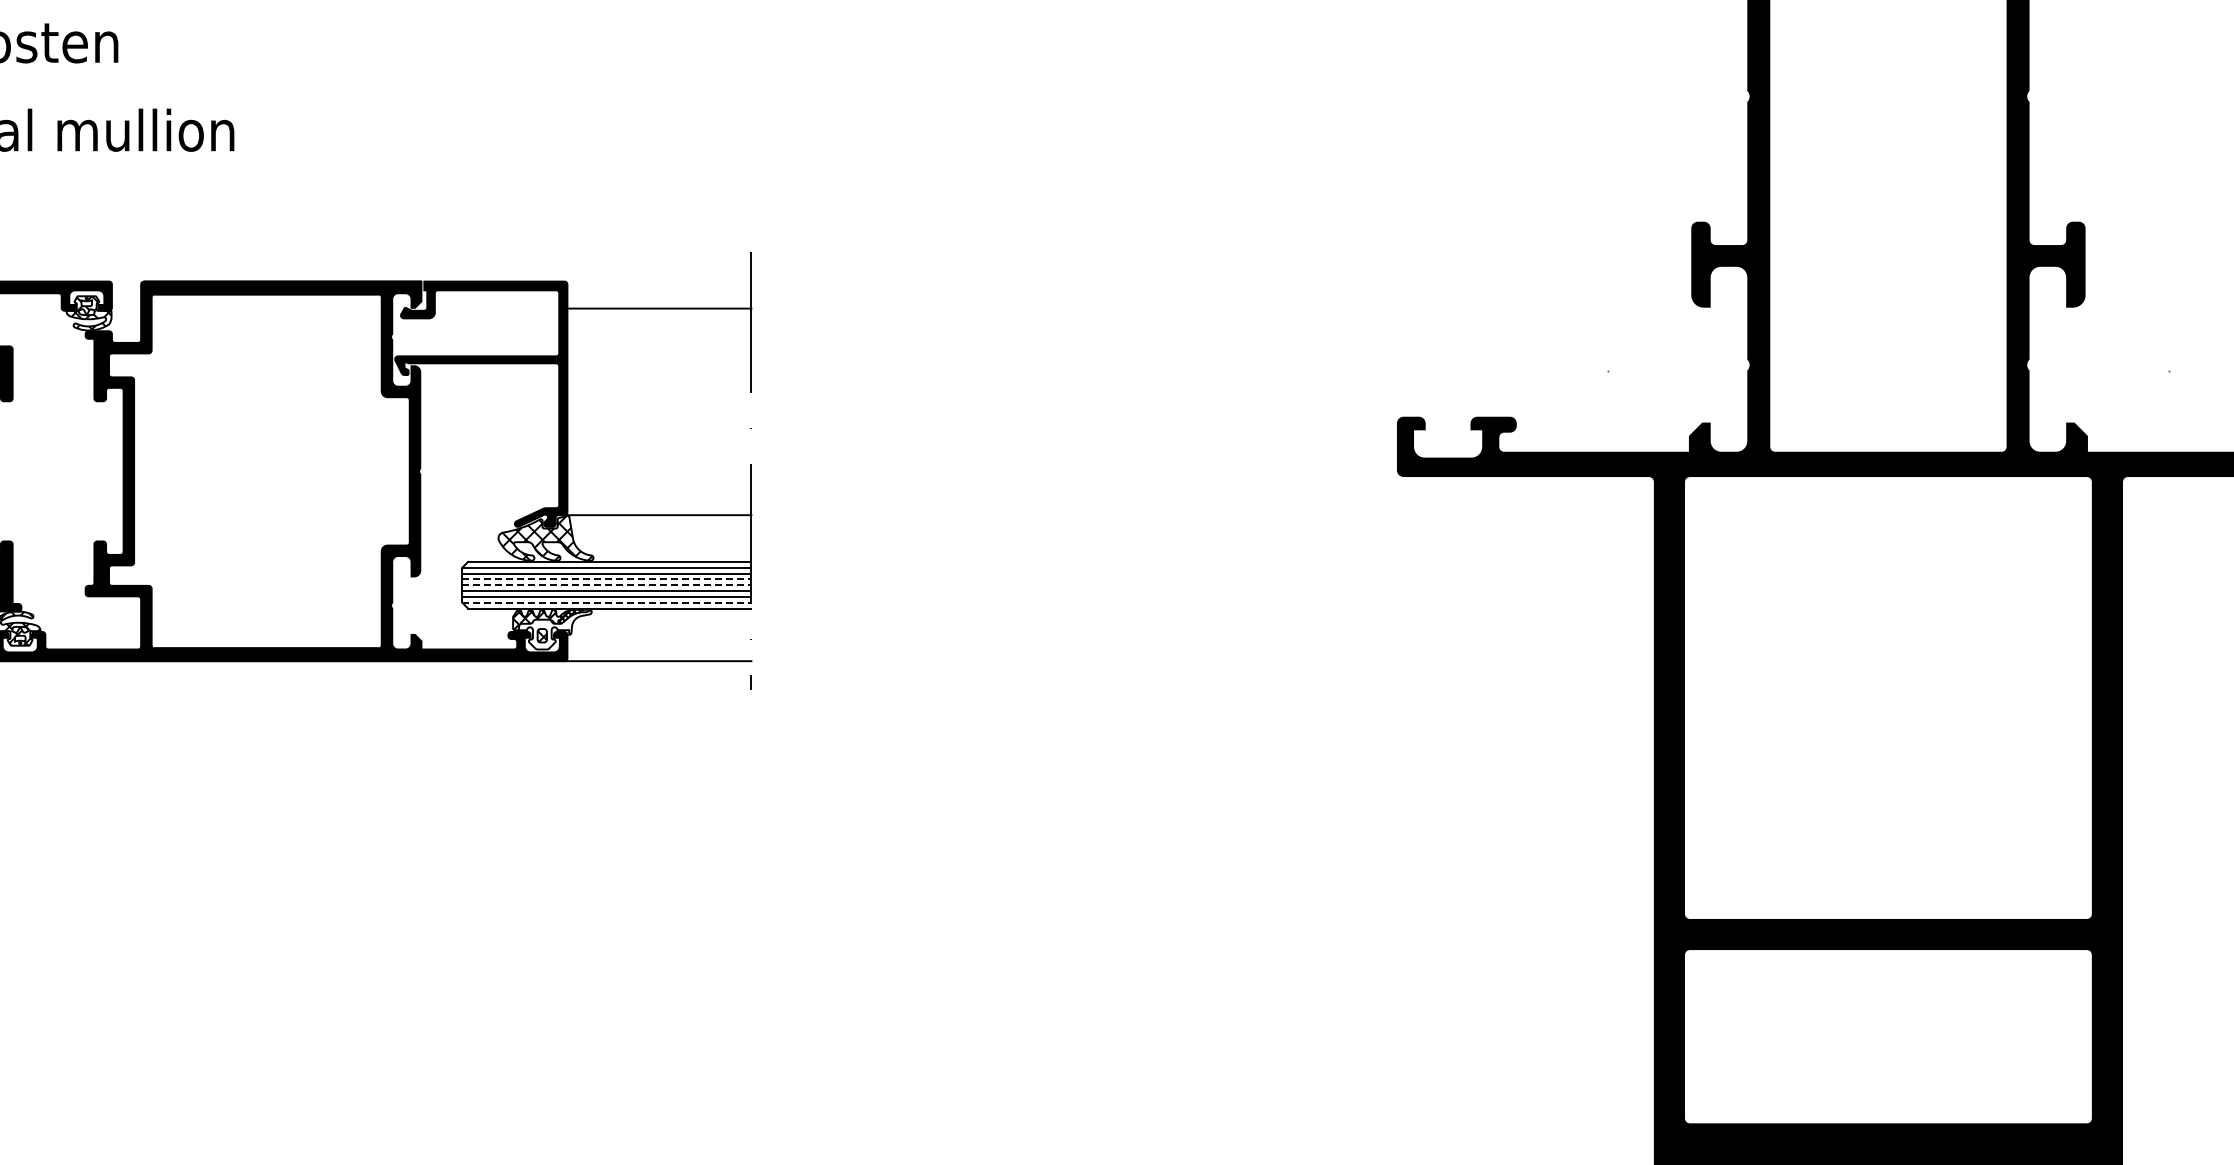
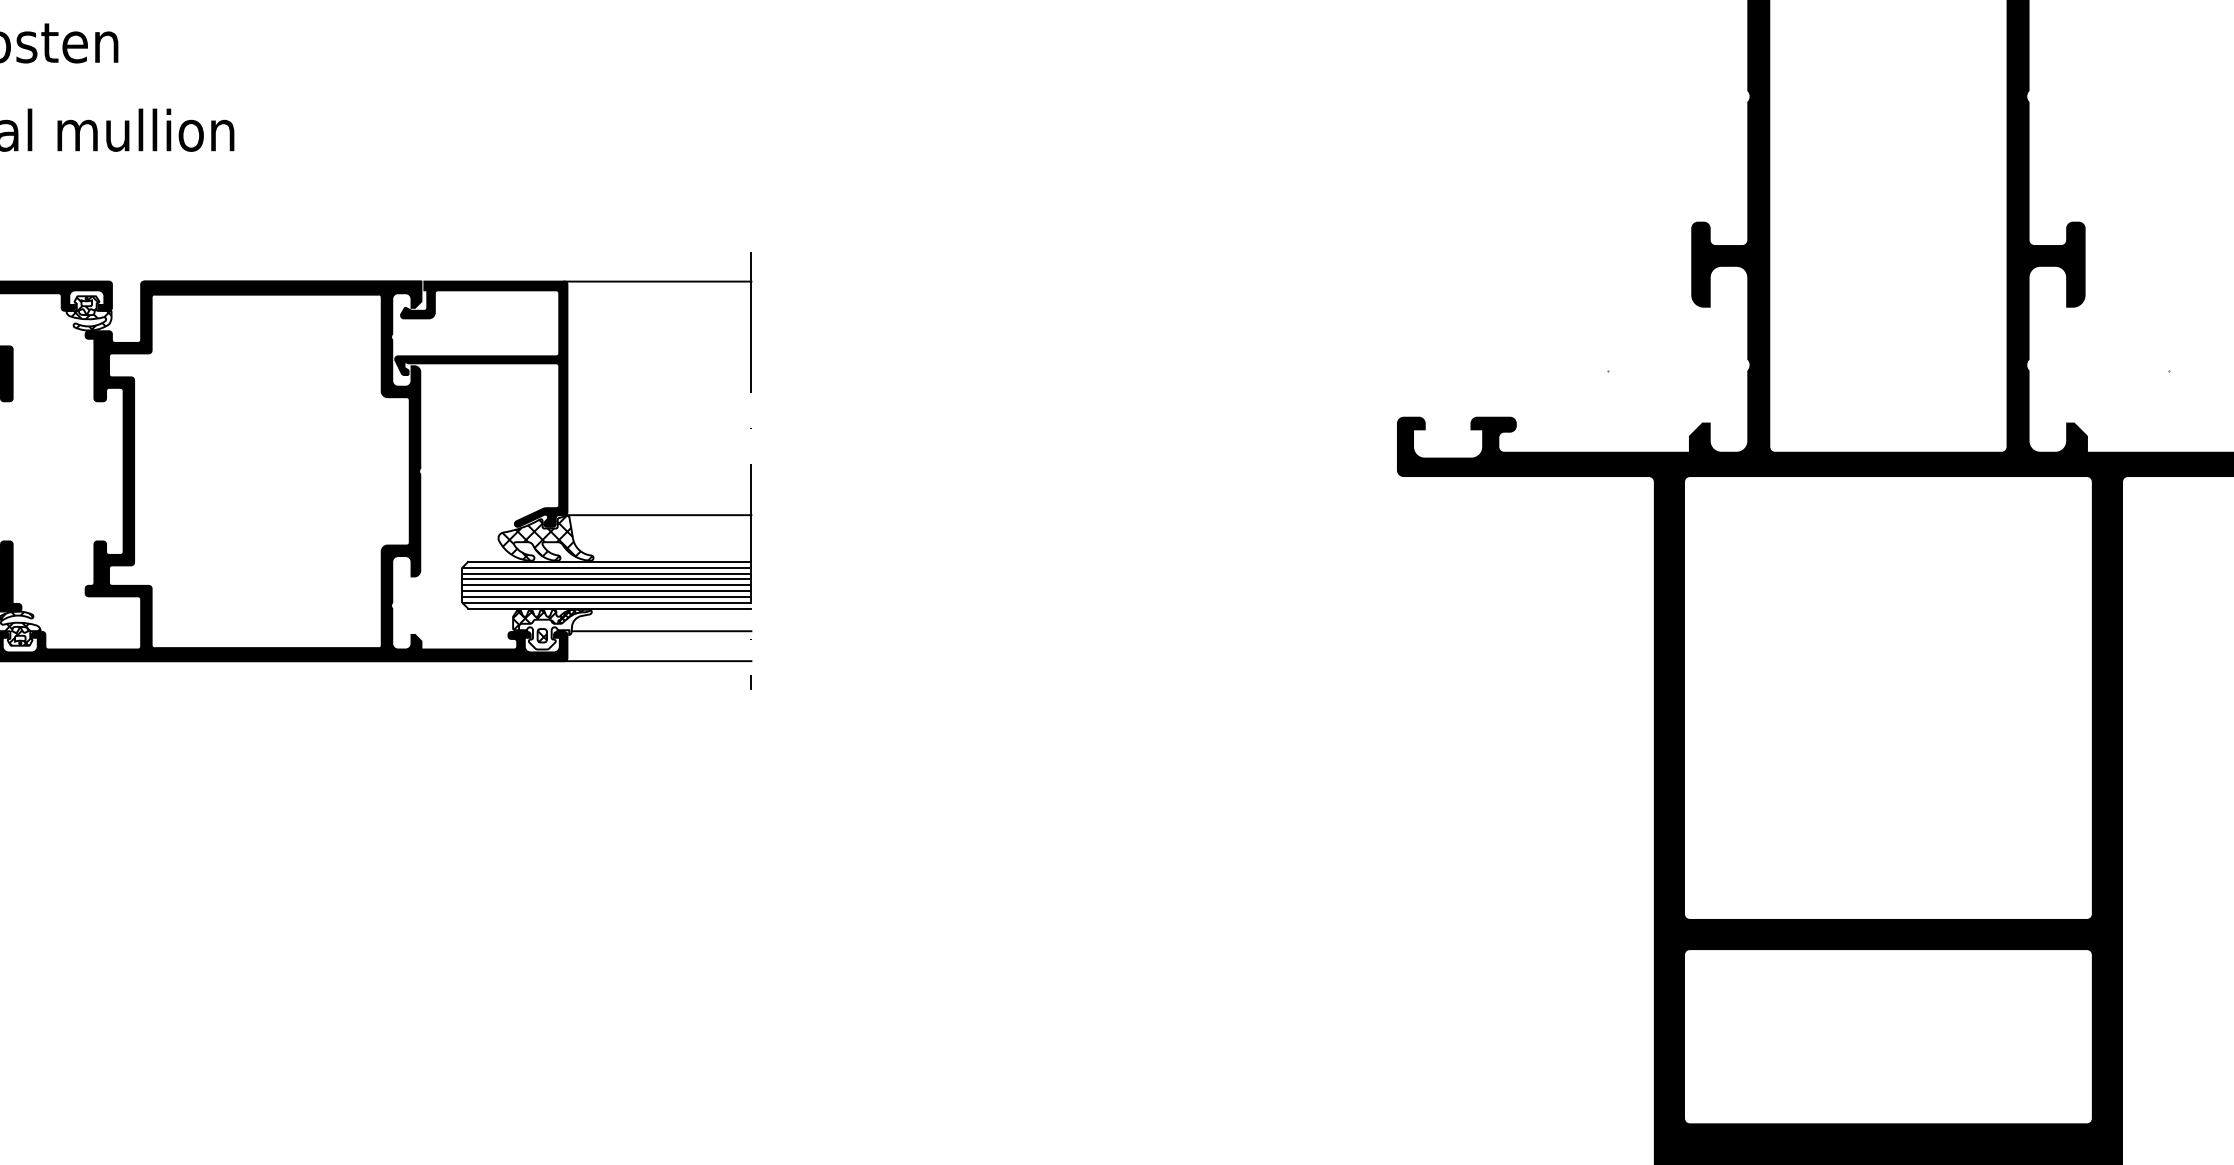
line at (657, 308) position: (657, 308) -> (657, 281)
line at (606, 579): dashed -> solid
line at (606, 585): dashed -> solid
line at (606, 602): dashed -> solid
line at (661, 631): none -> present
